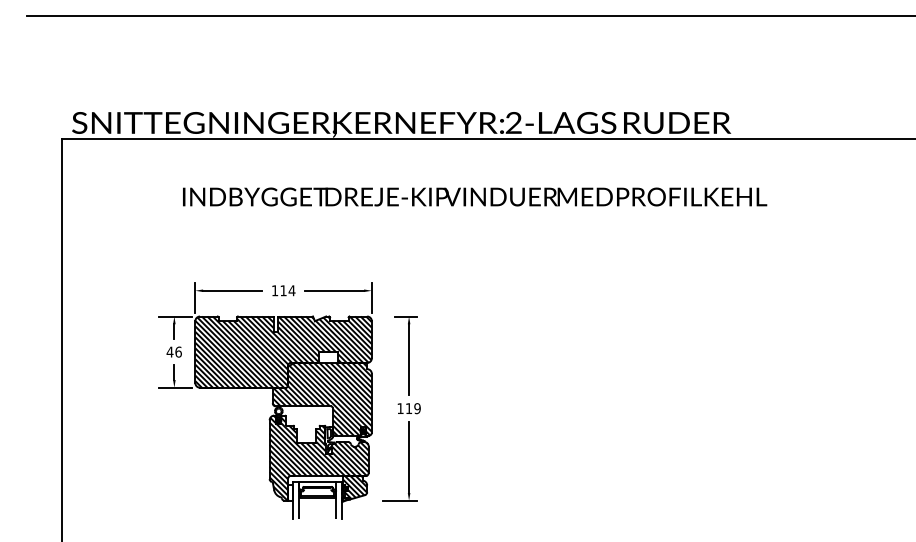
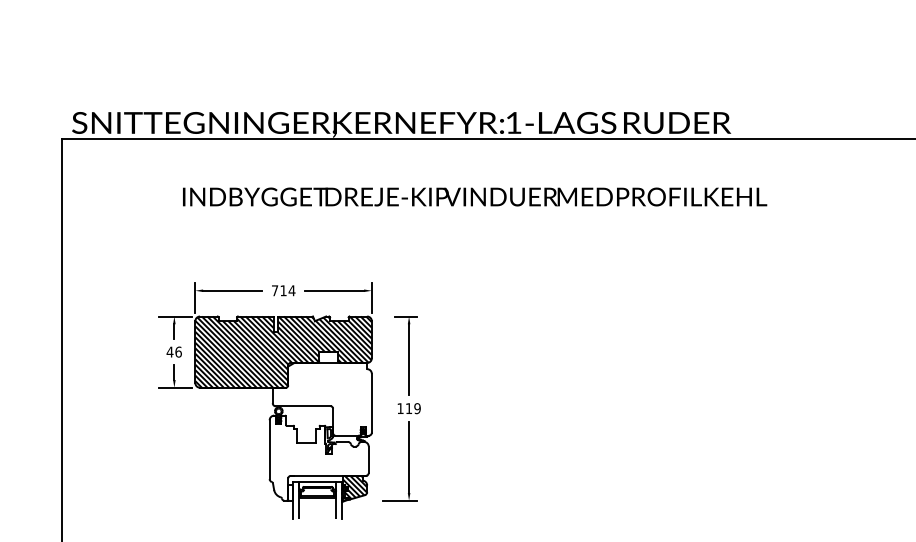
line at (469, 16): present -> none
text at (513, 122): 2-LAGS -> 1-LAGS
text at (275, 290): 114 -> 714
hatch at (321, 398): present -> none
hatch at (318, 457): present -> none
